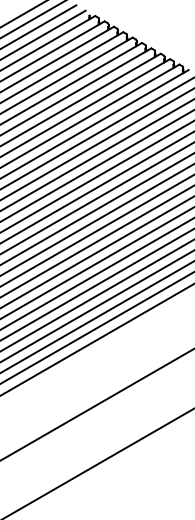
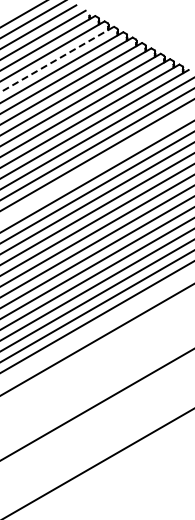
line at (56, 59): solid -> dashed
line at (96, 165): present -> none
line at (96, 327): present -> none
